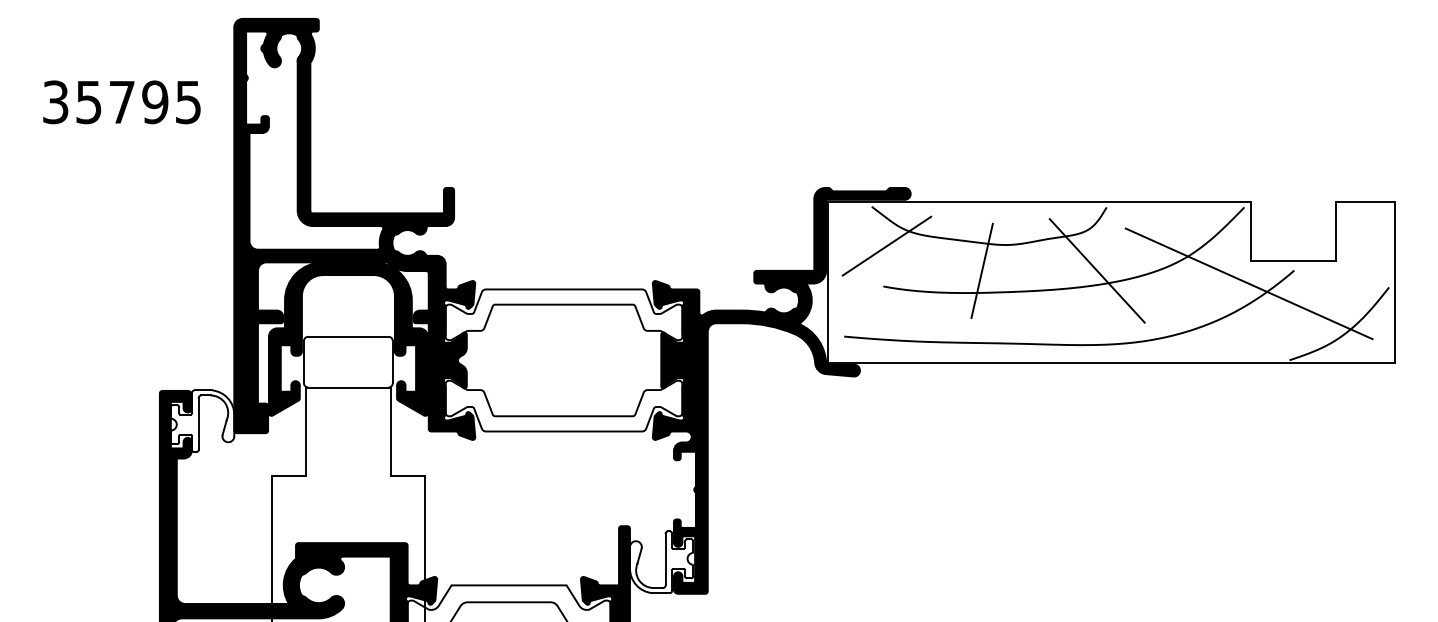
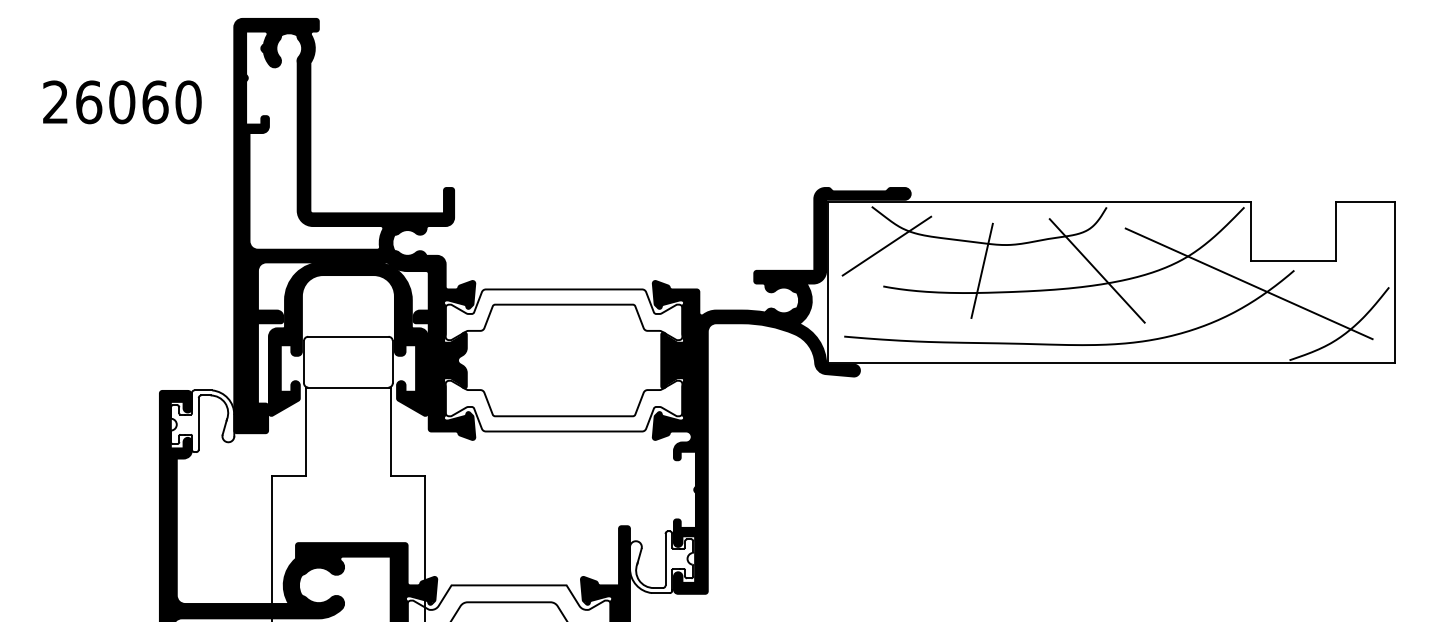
text at (122, 102): 35795 -> 26060
